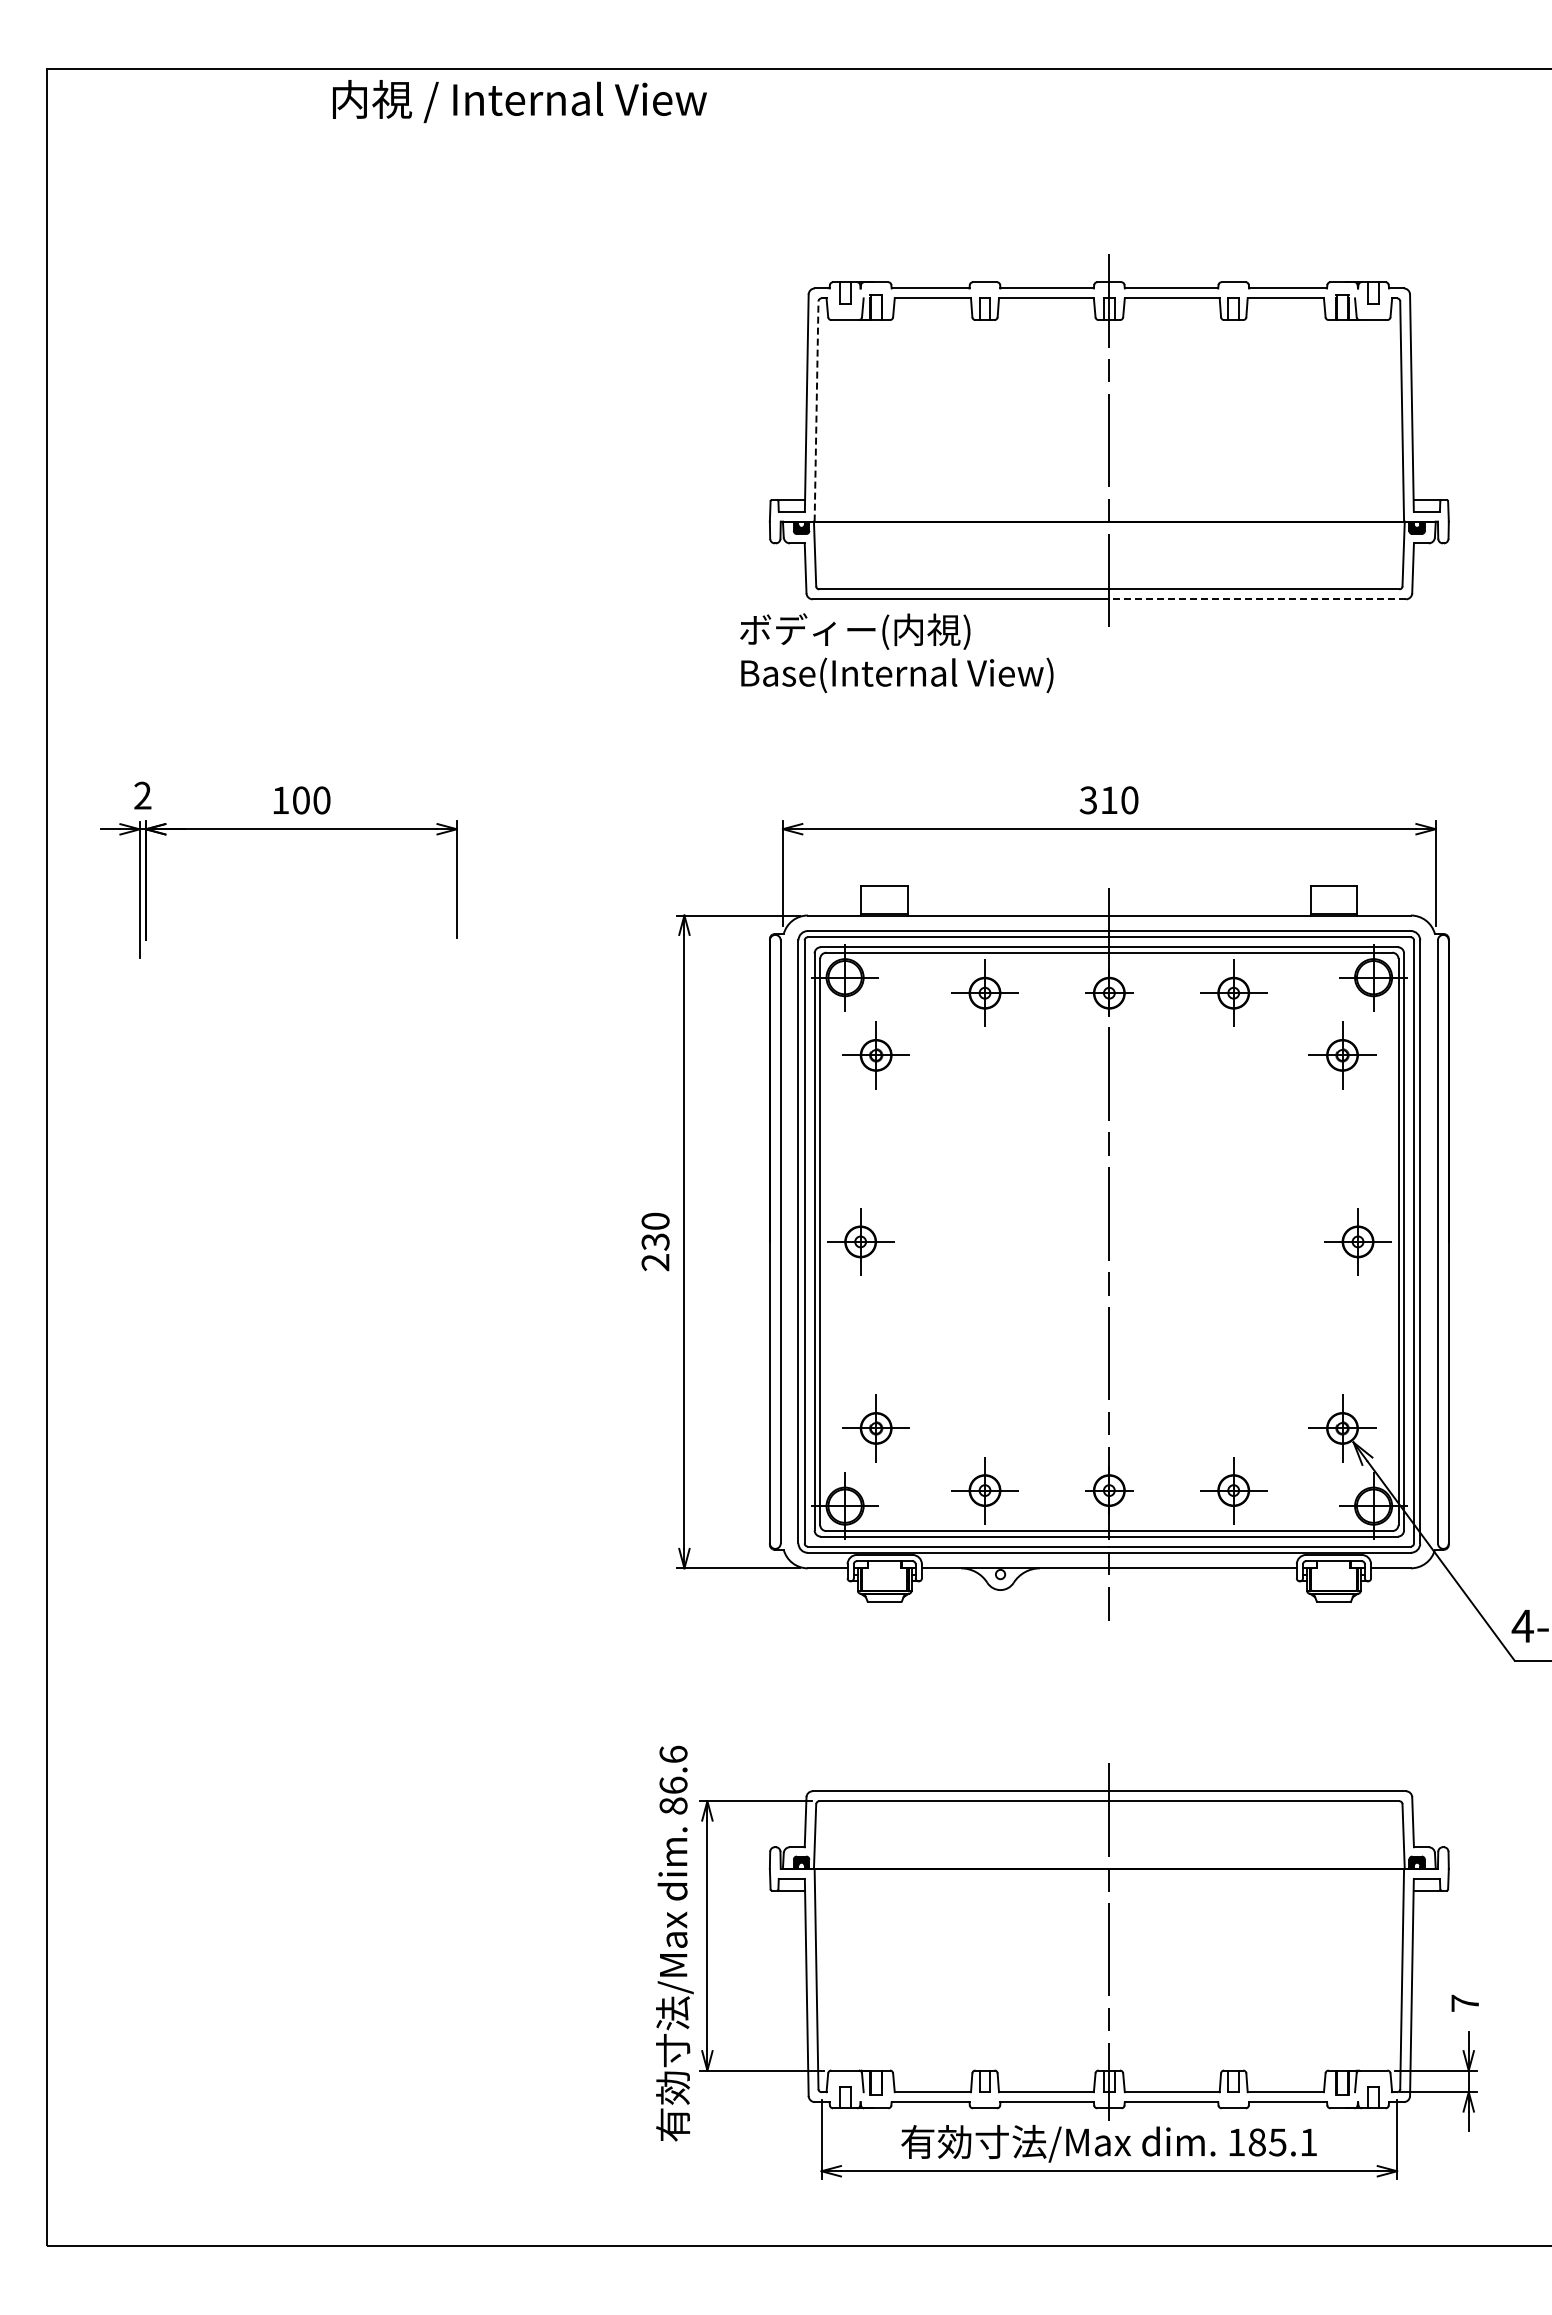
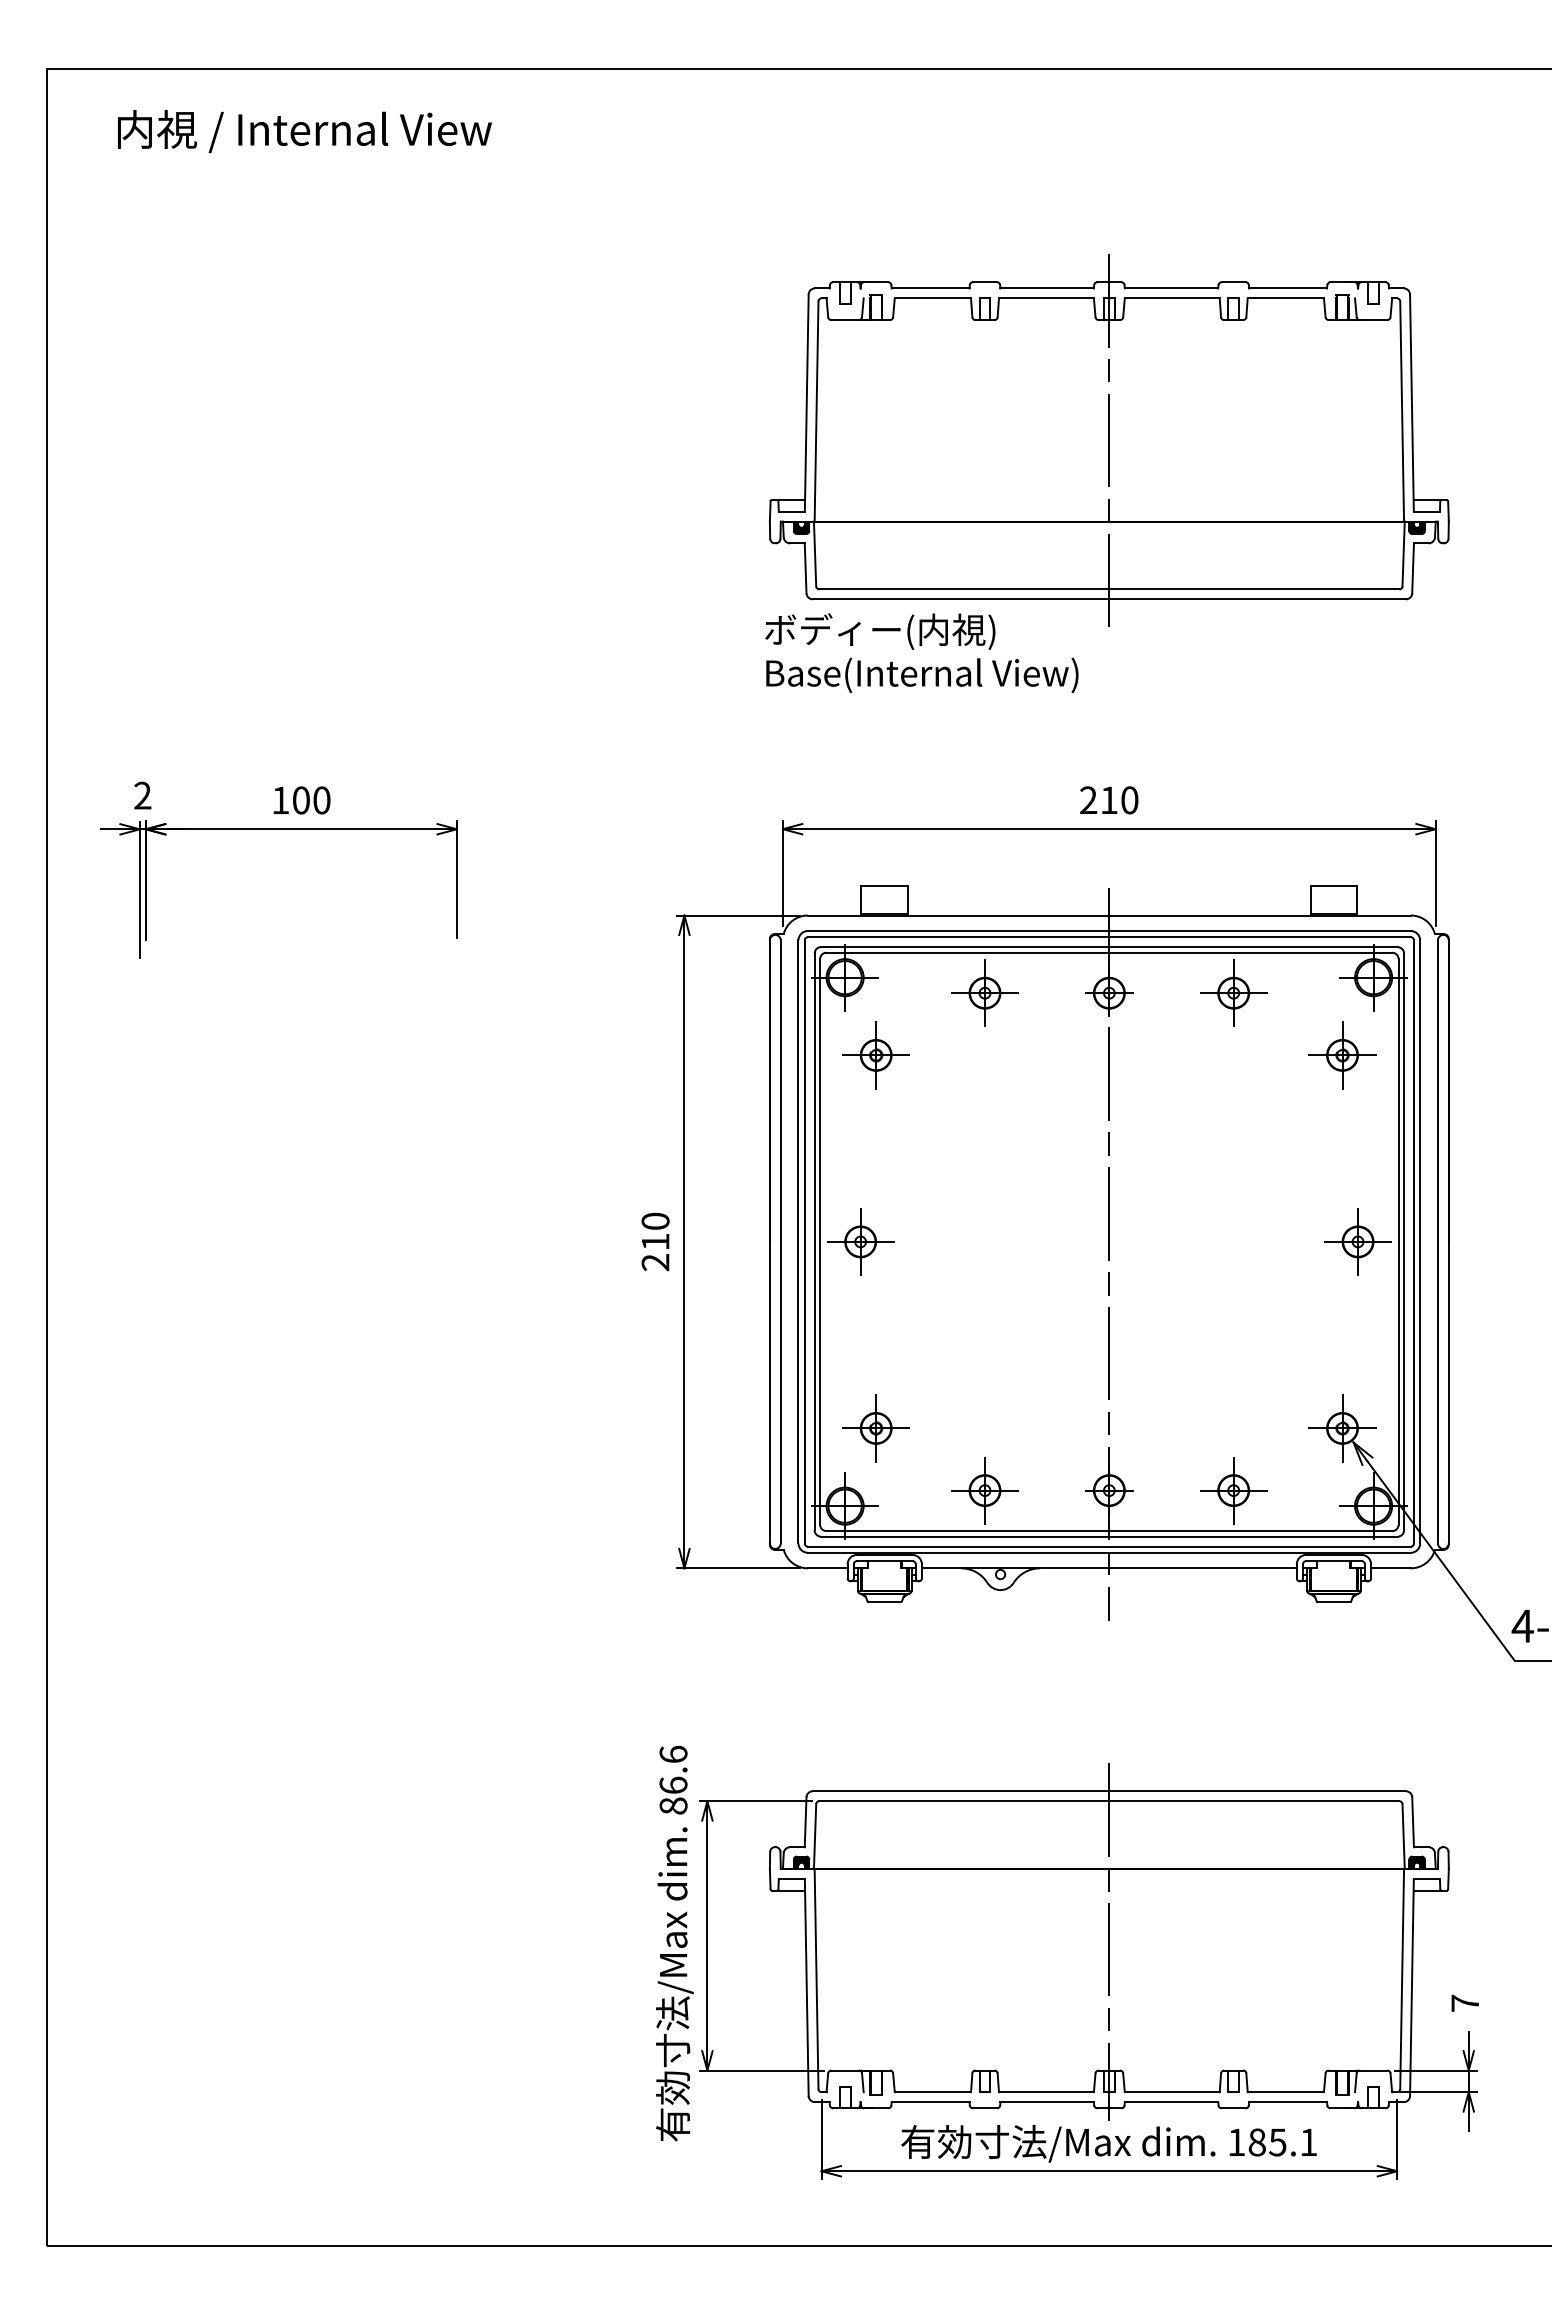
text at (519, 101) position: (519, 101) -> (304, 131)
line at (816, 411): dashed -> solid
line at (1257, 599): dashed -> solid
text at (896, 653) position: (896, 653) -> (921, 653)
text at (1088, 800): 310 -> 210
text at (655, 1241): 230 -> 210
